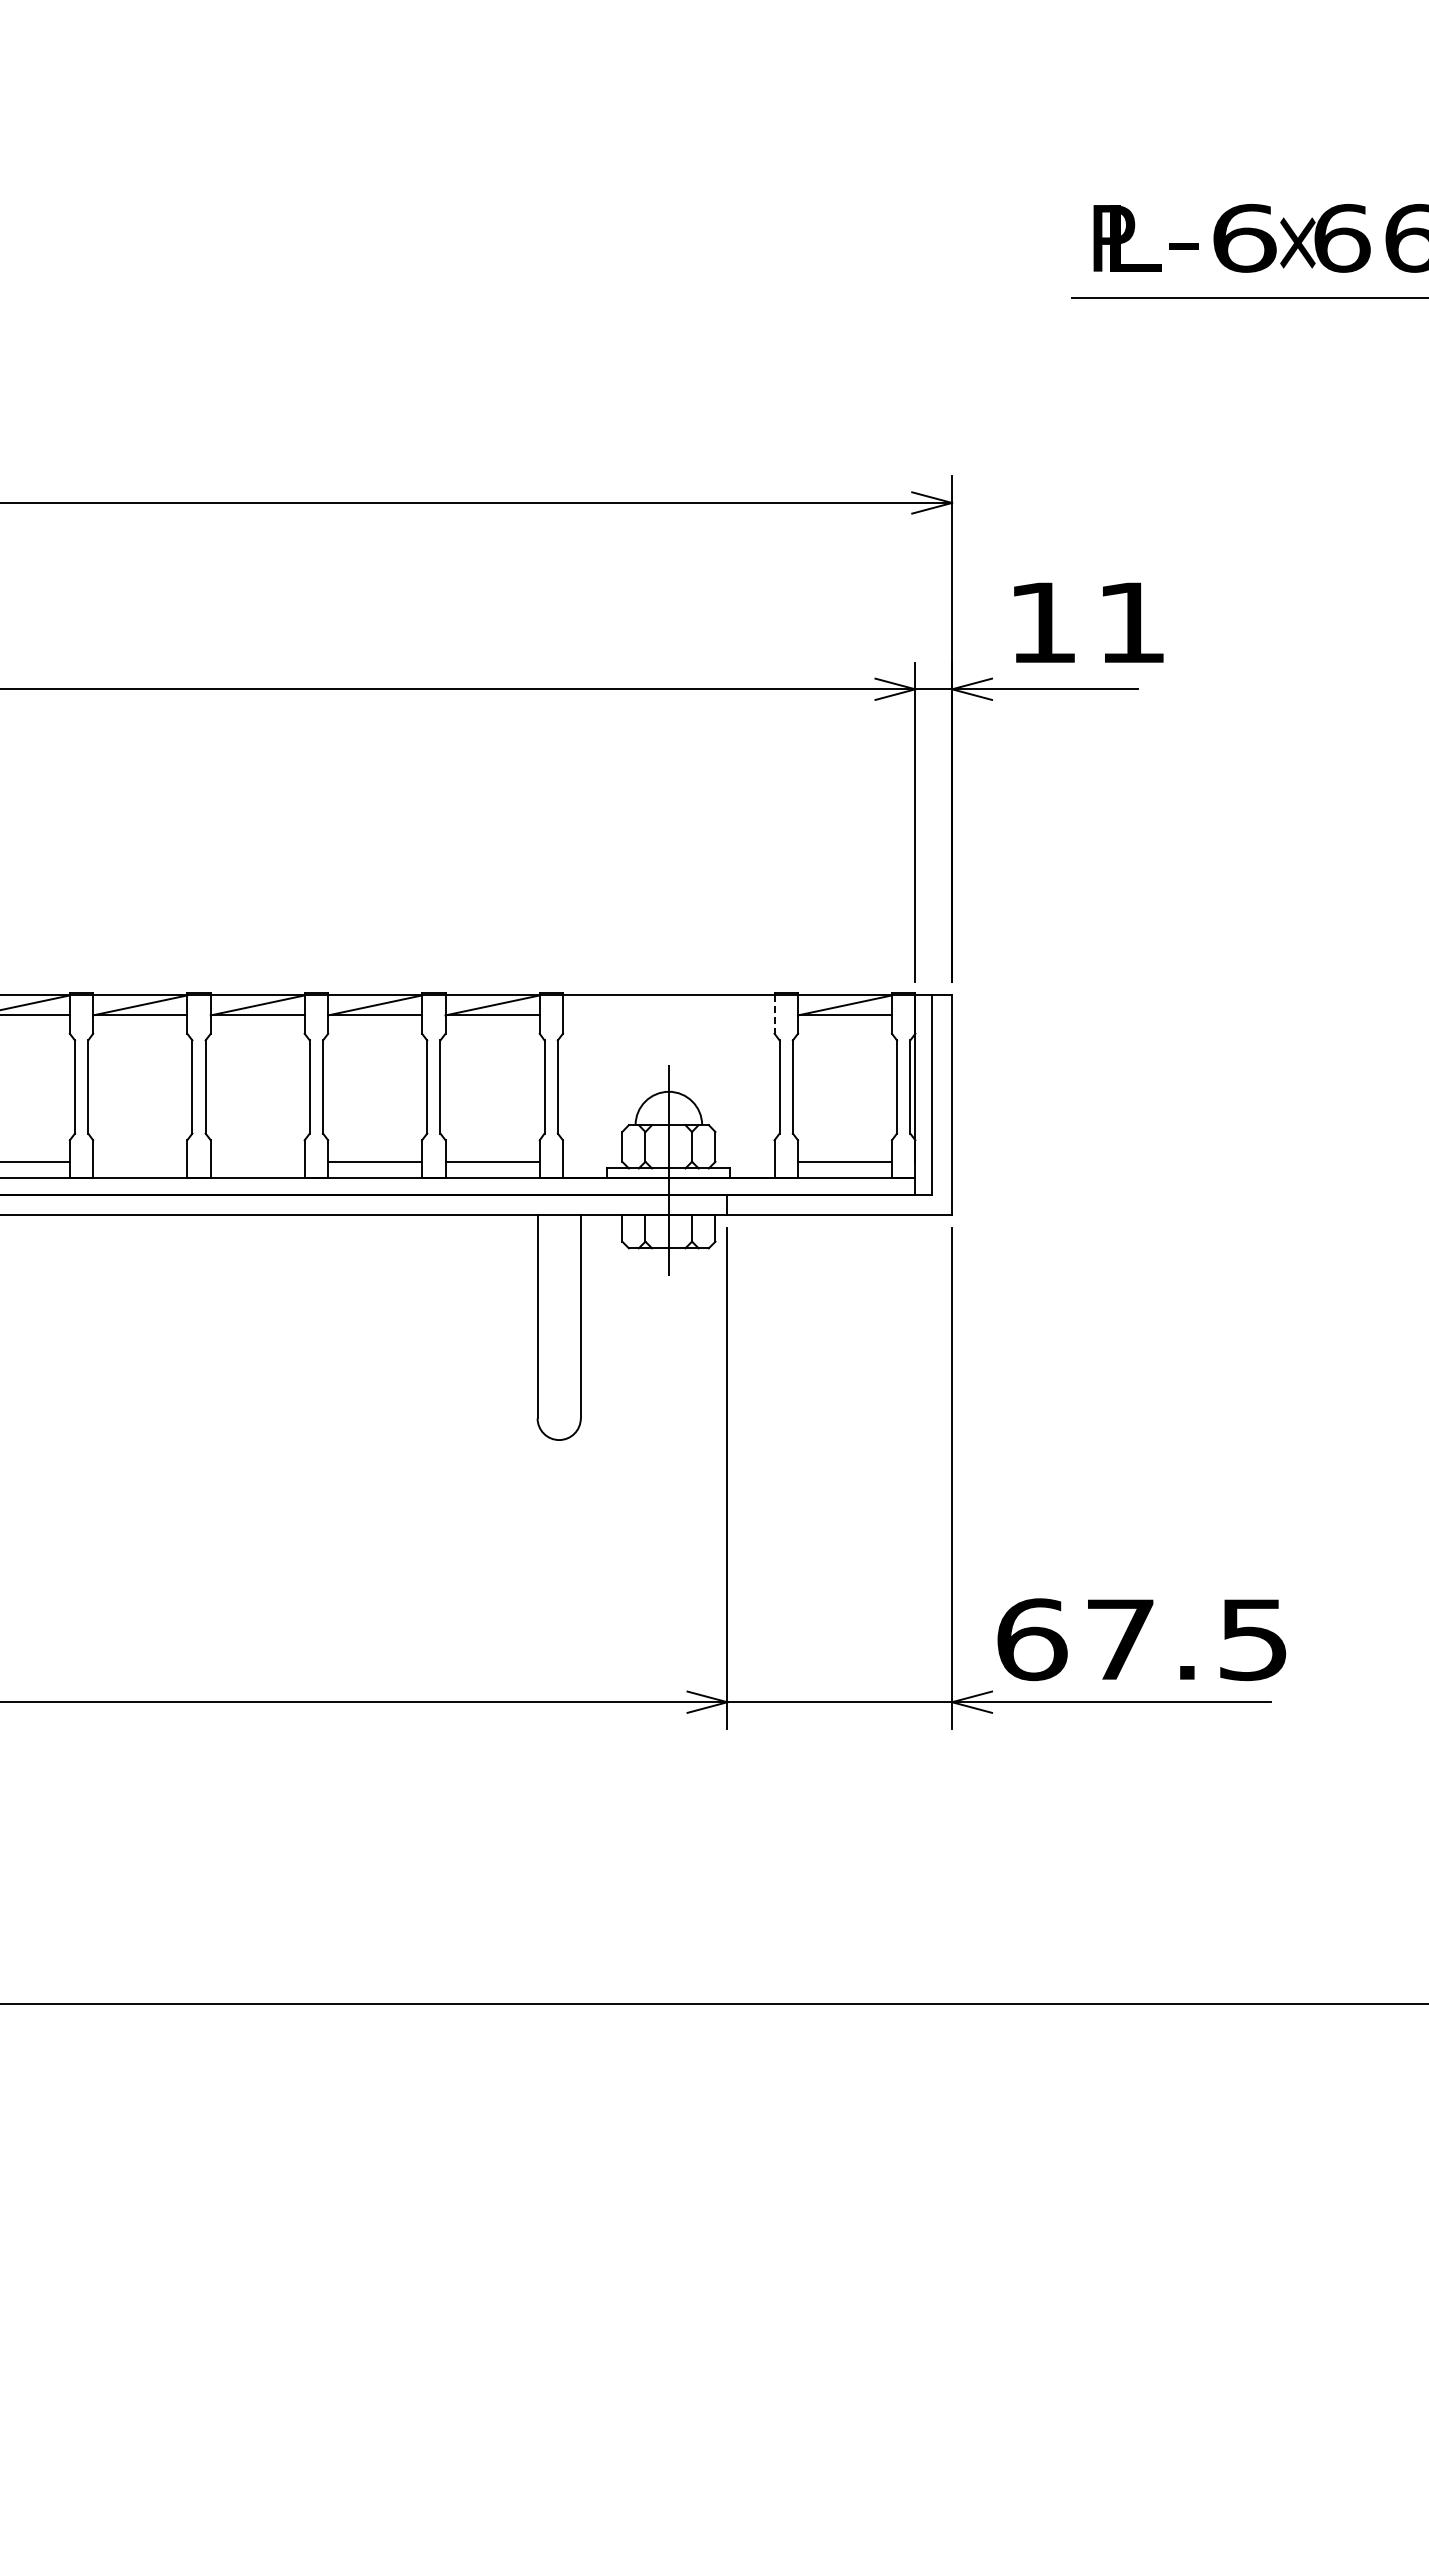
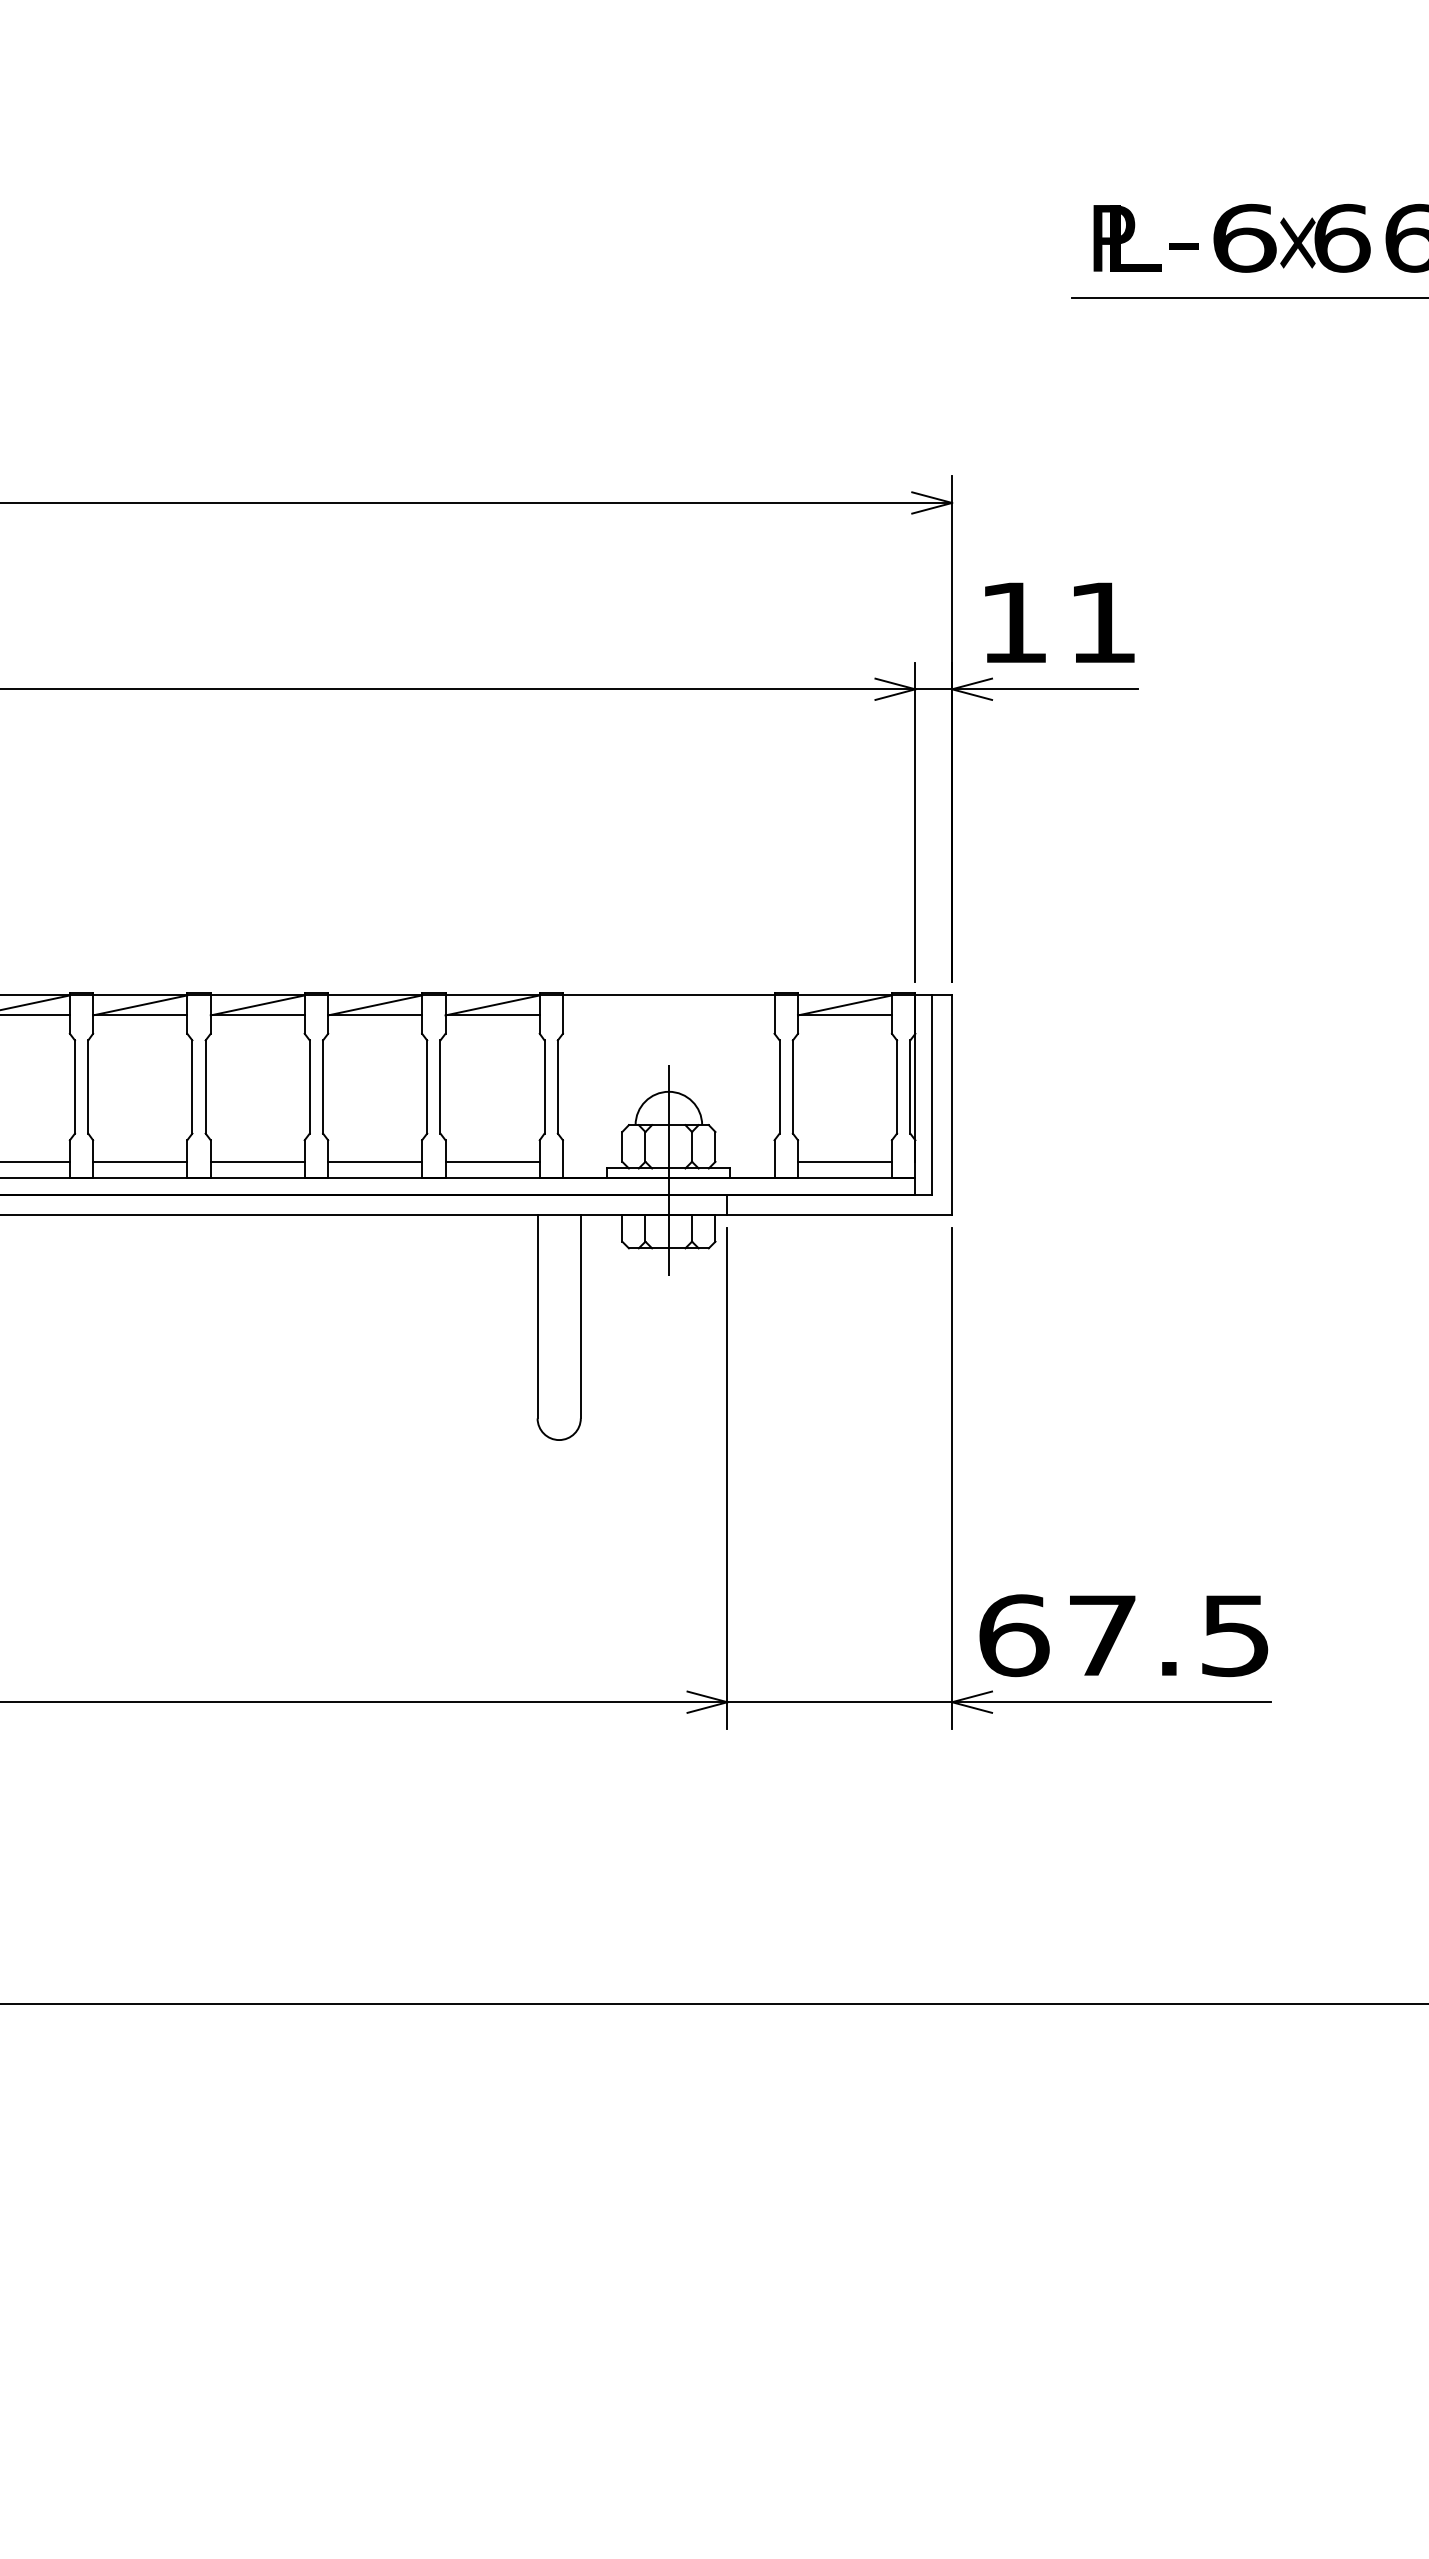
text at (1088, 622) position: (1088, 622) -> (1059, 622)
line at (774, 1015): dashed -> solid
line at (140, 1161): none -> present
line at (257, 1161): none -> present
text at (1141, 1639) position: (1141, 1639) -> (1123, 1635)
